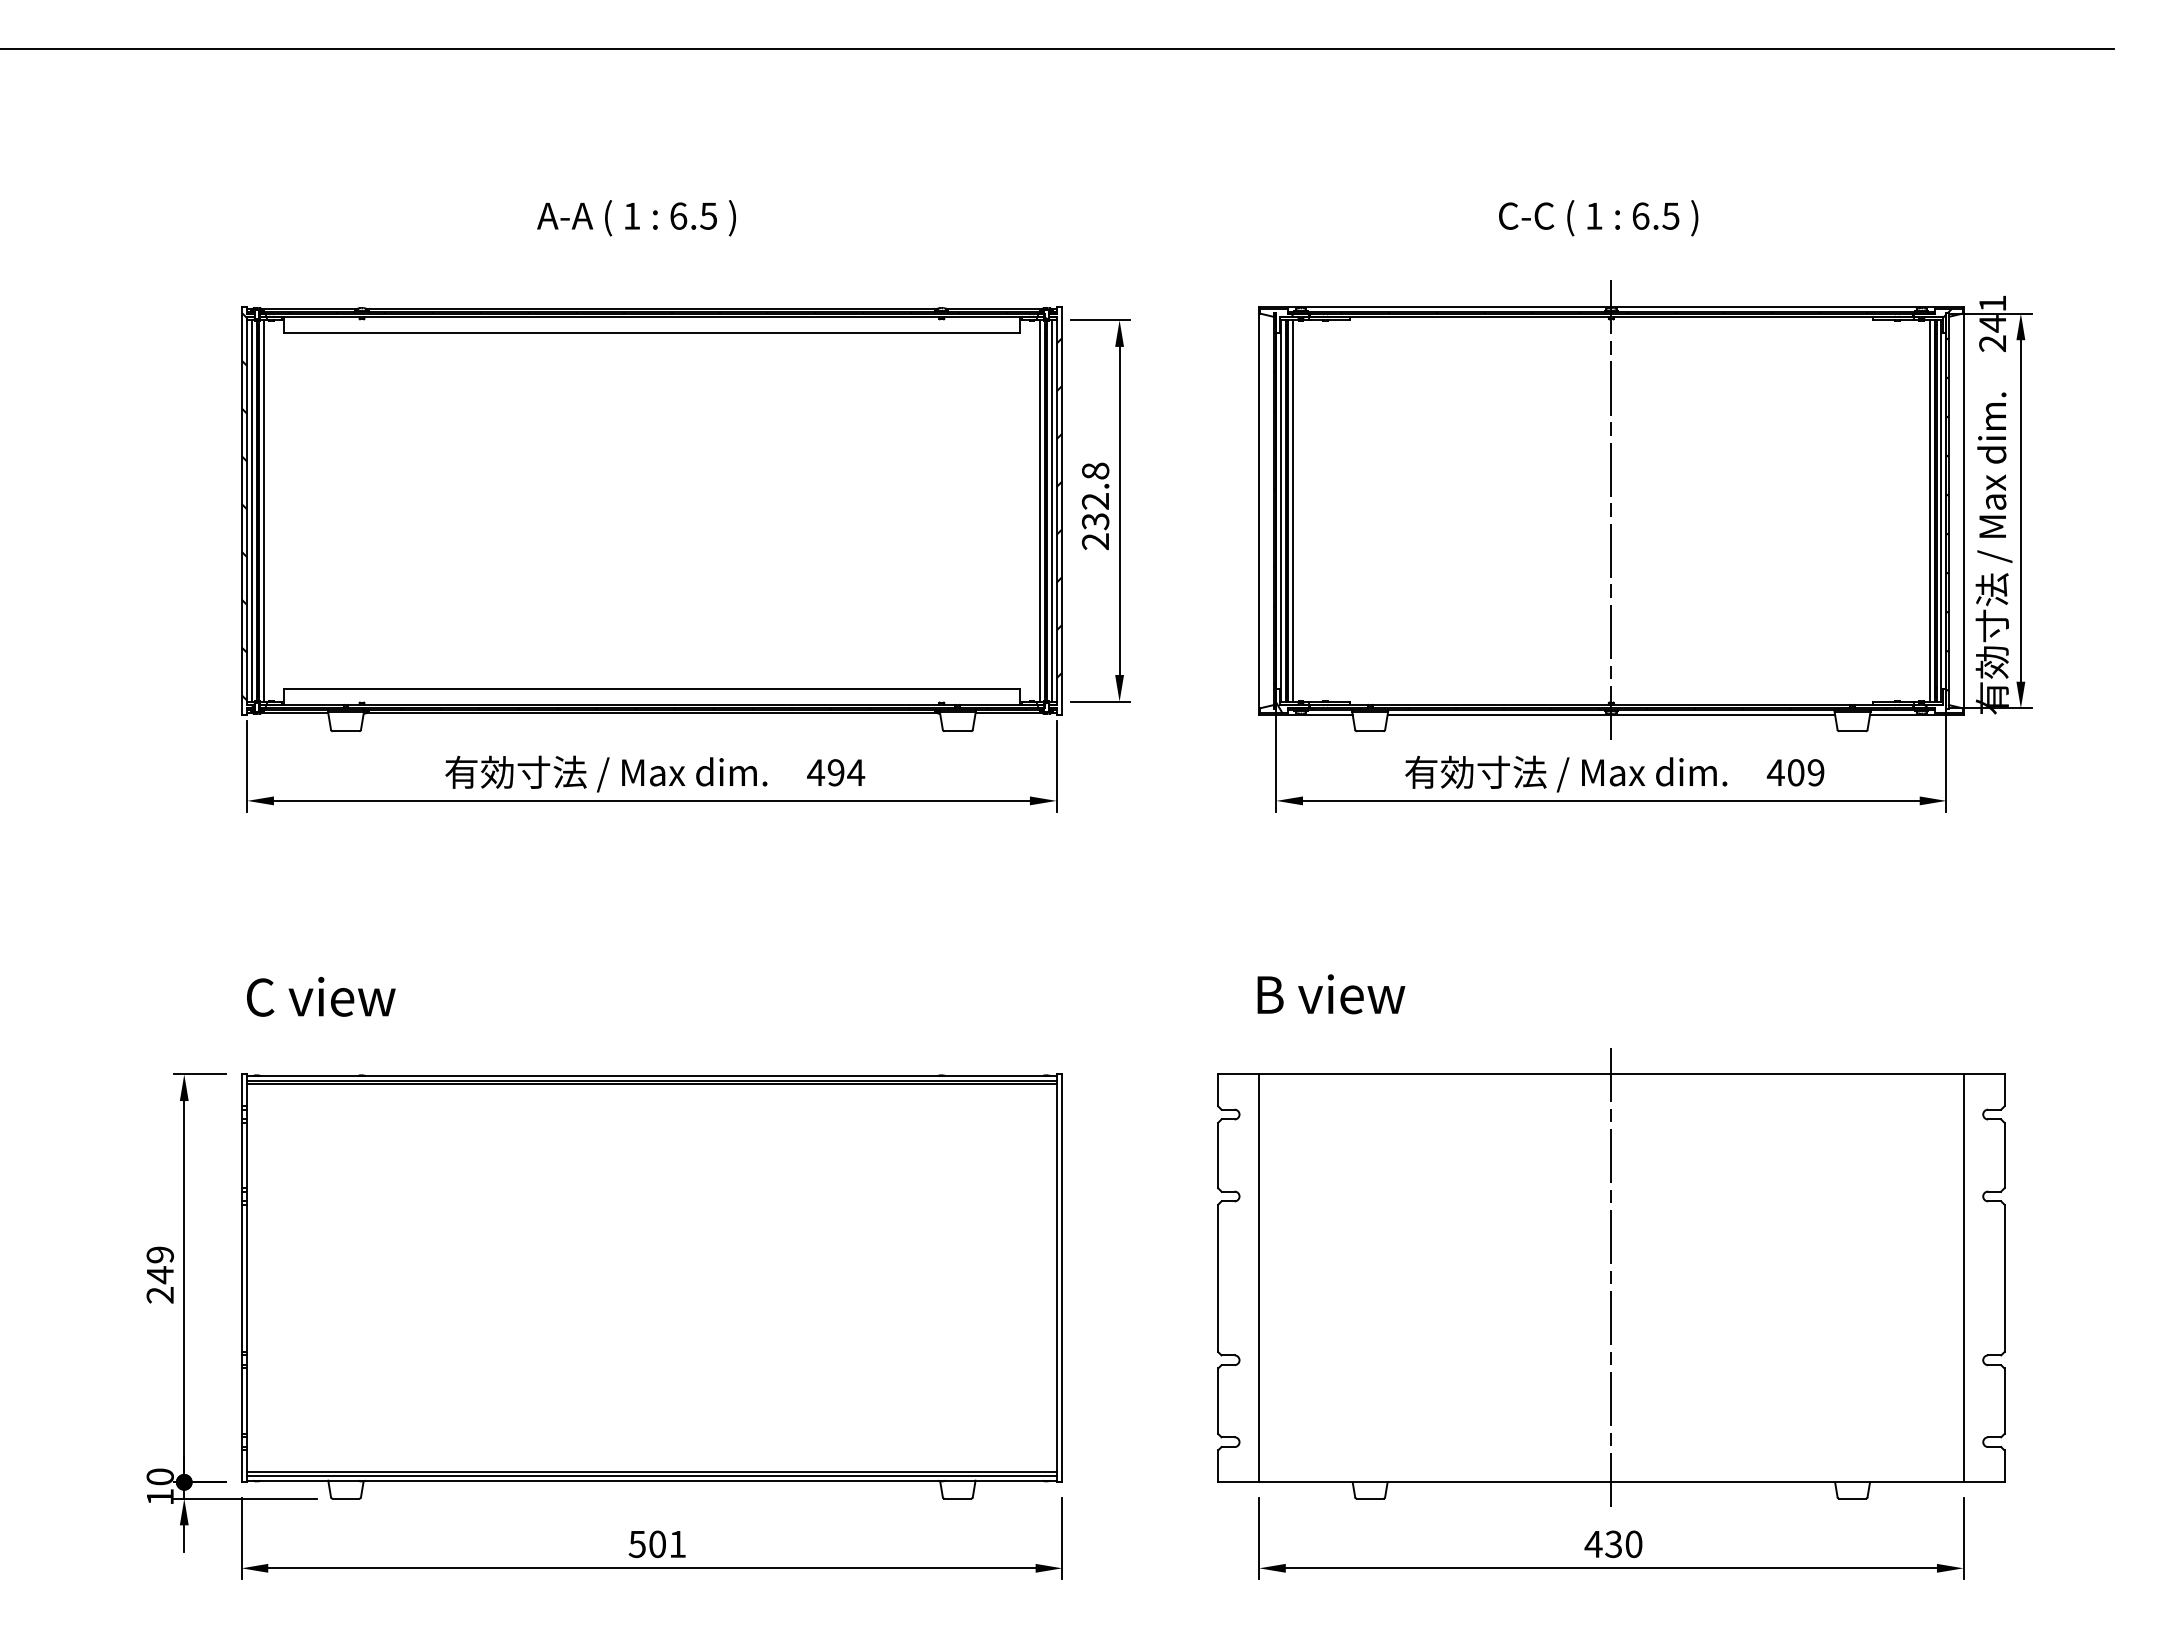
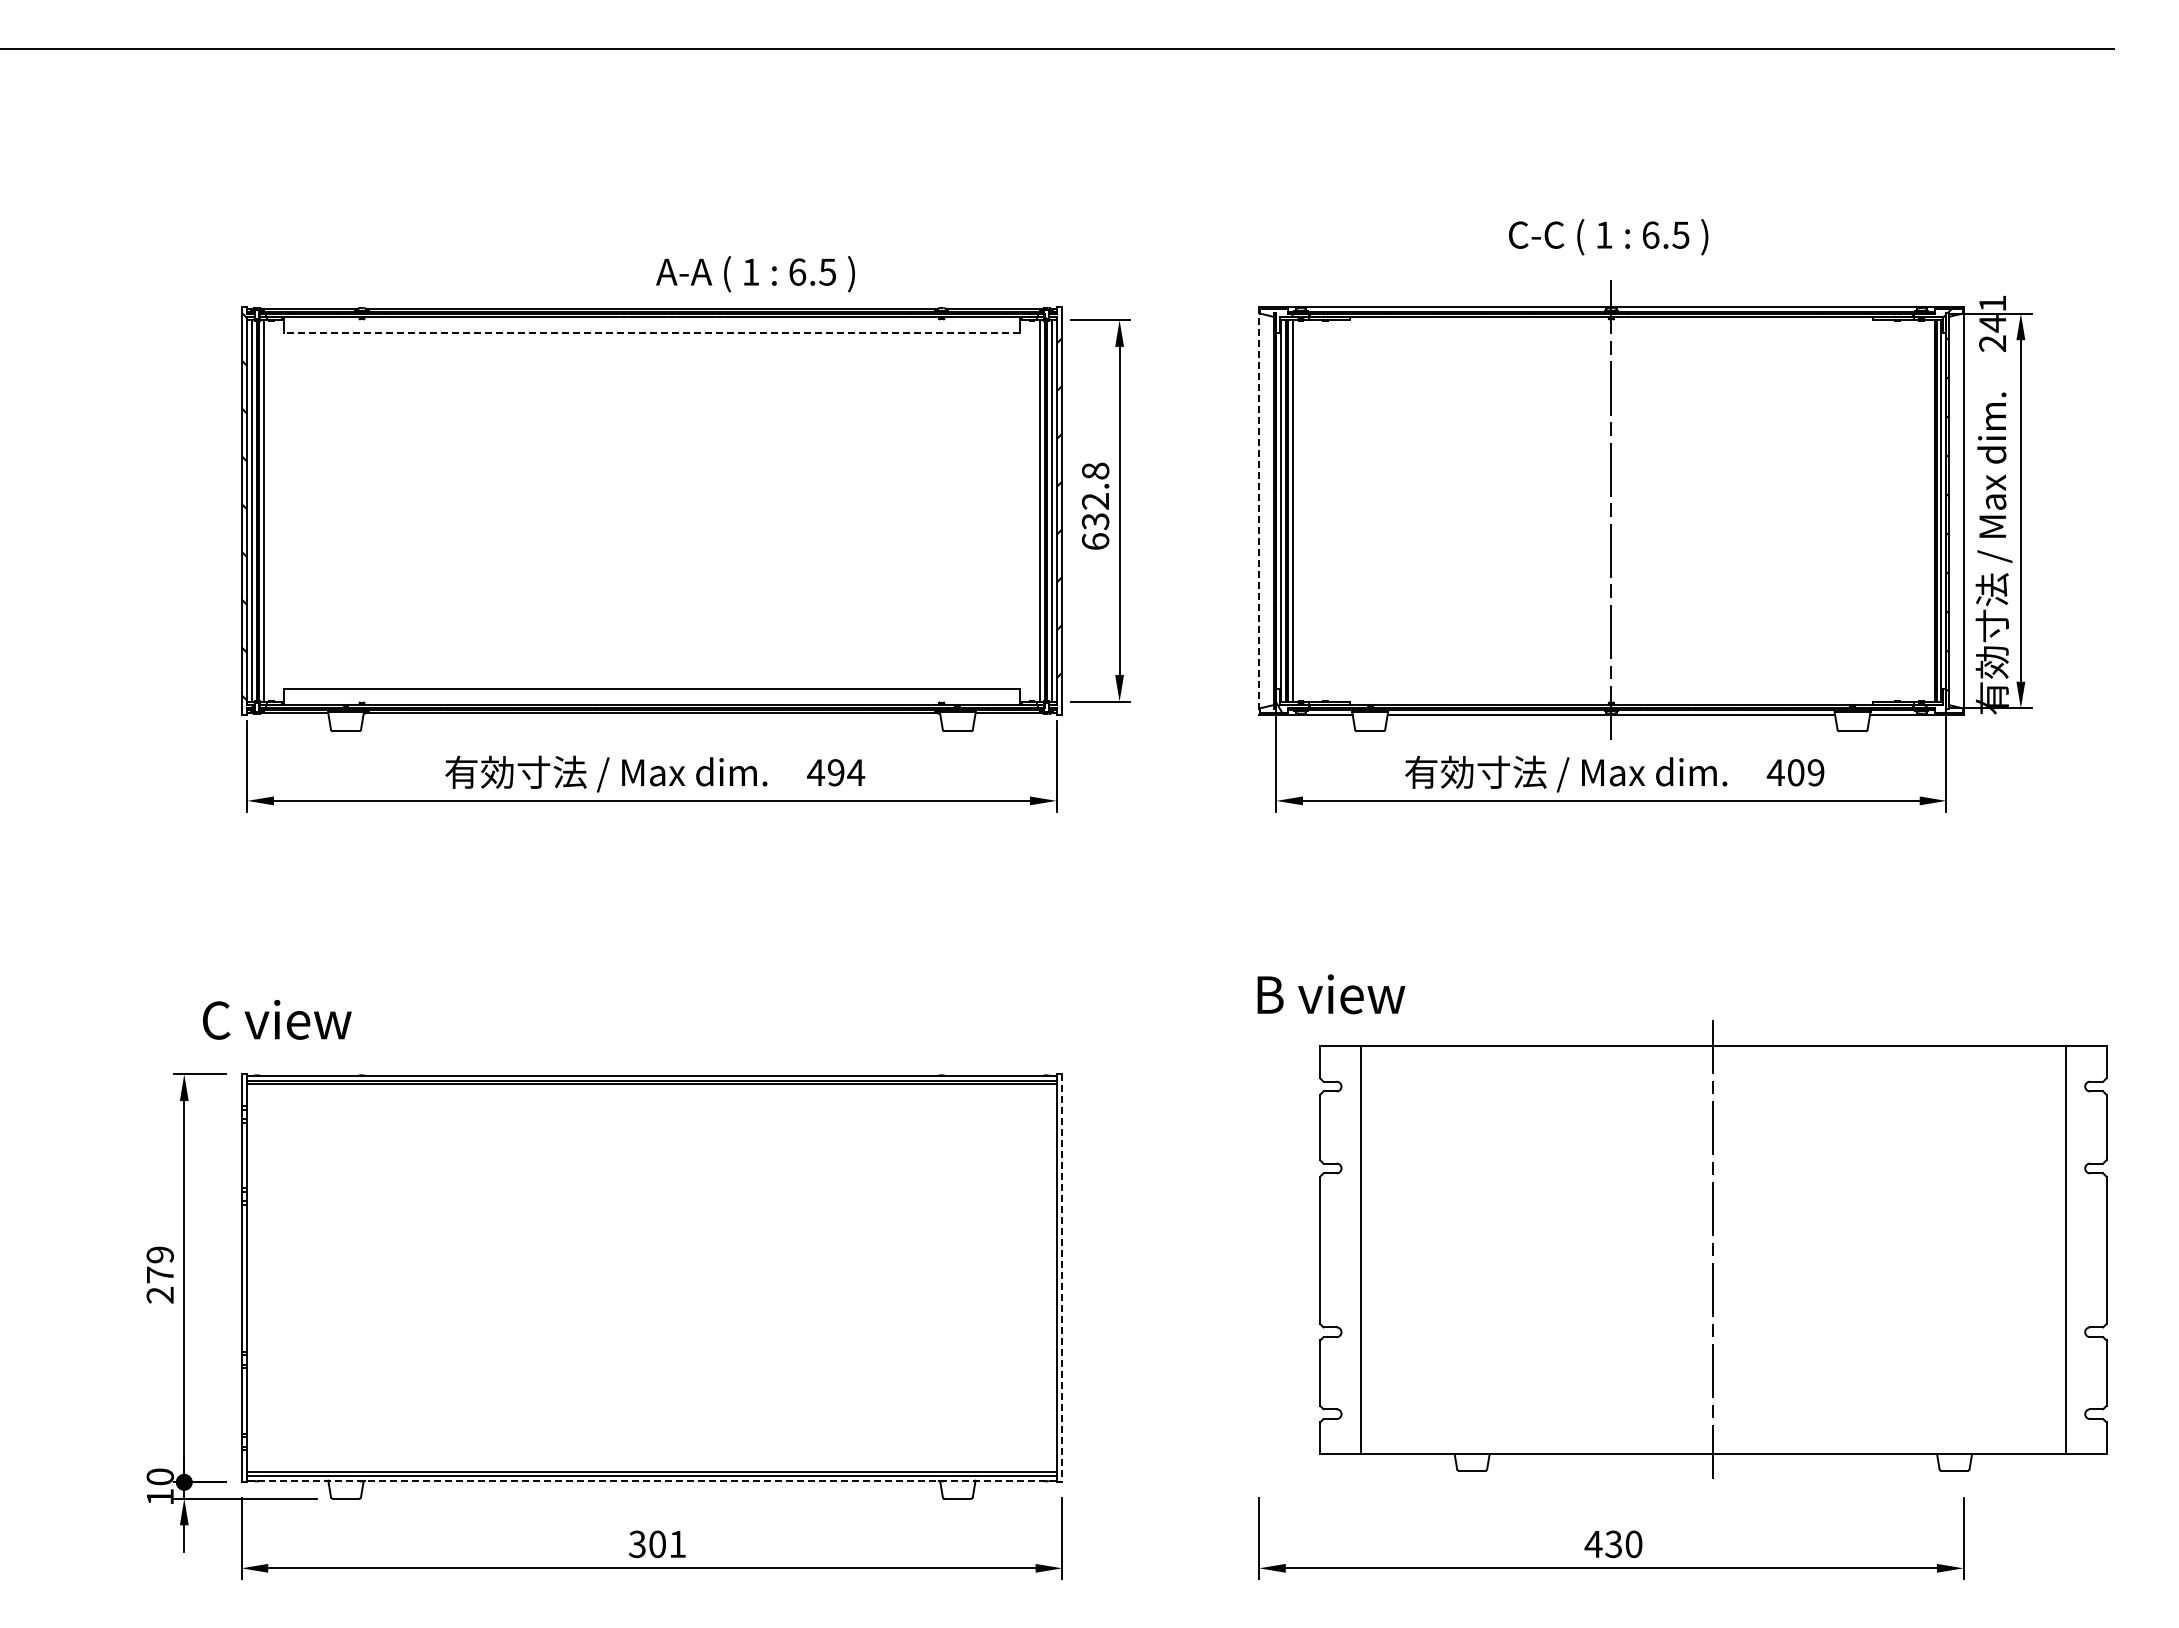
text at (636, 218) position: (636, 218) -> (755, 274)
text at (1598, 218) position: (1598, 218) -> (1608, 237)
line at (651, 333): solid -> dashed
line at (1259, 510): solid -> dashed
line at (1929, 510): present -> none
text at (1095, 541): 232.8 -> 632.8
text at (321, 996) position: (321, 996) -> (277, 1019)
text at (160, 1275): 249 -> 279
part at (1611, 1277) position: (1611, 1277) -> (1713, 1249)
line at (1062, 1278): solid -> dashed
line at (651, 1480): solid -> dashed
text at (637, 1543): 501 -> 301
